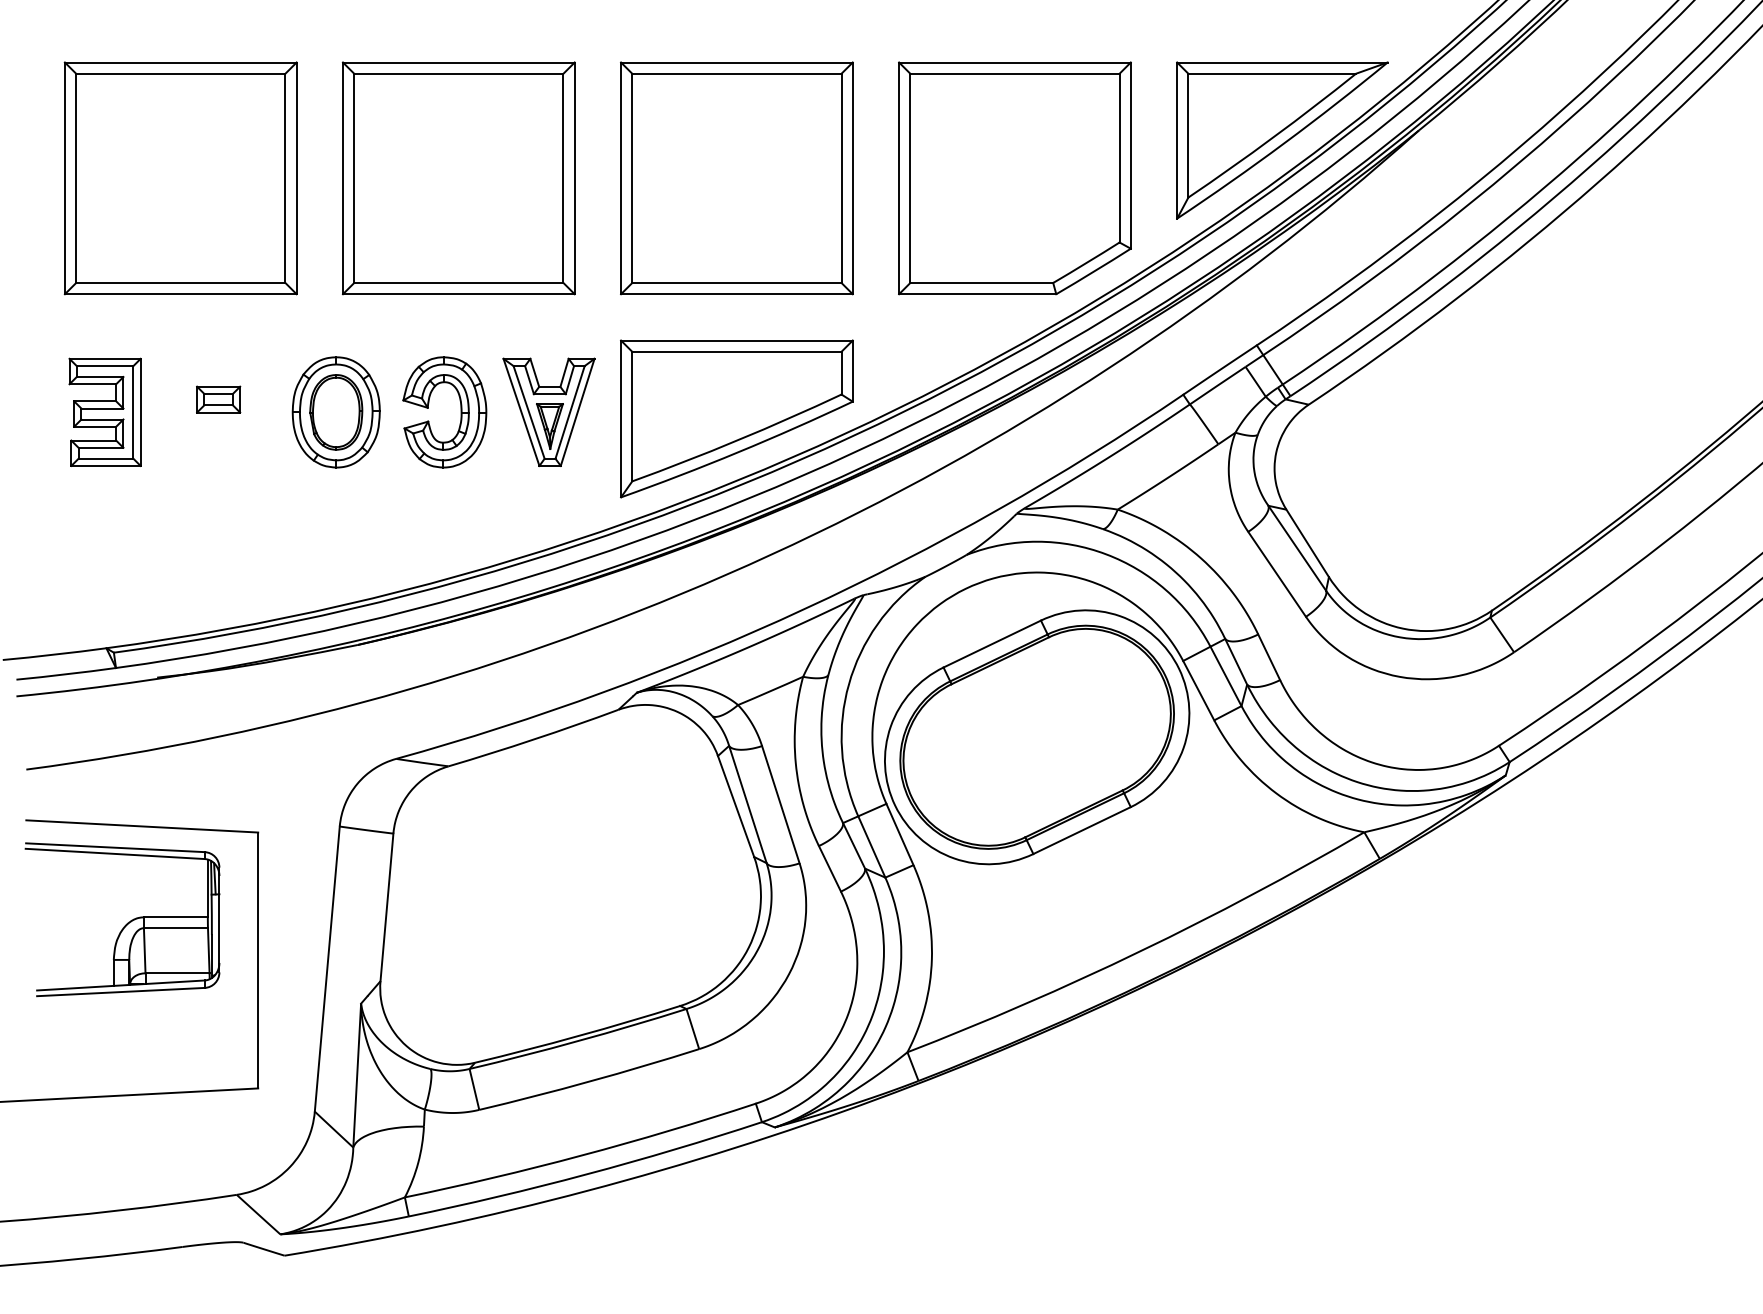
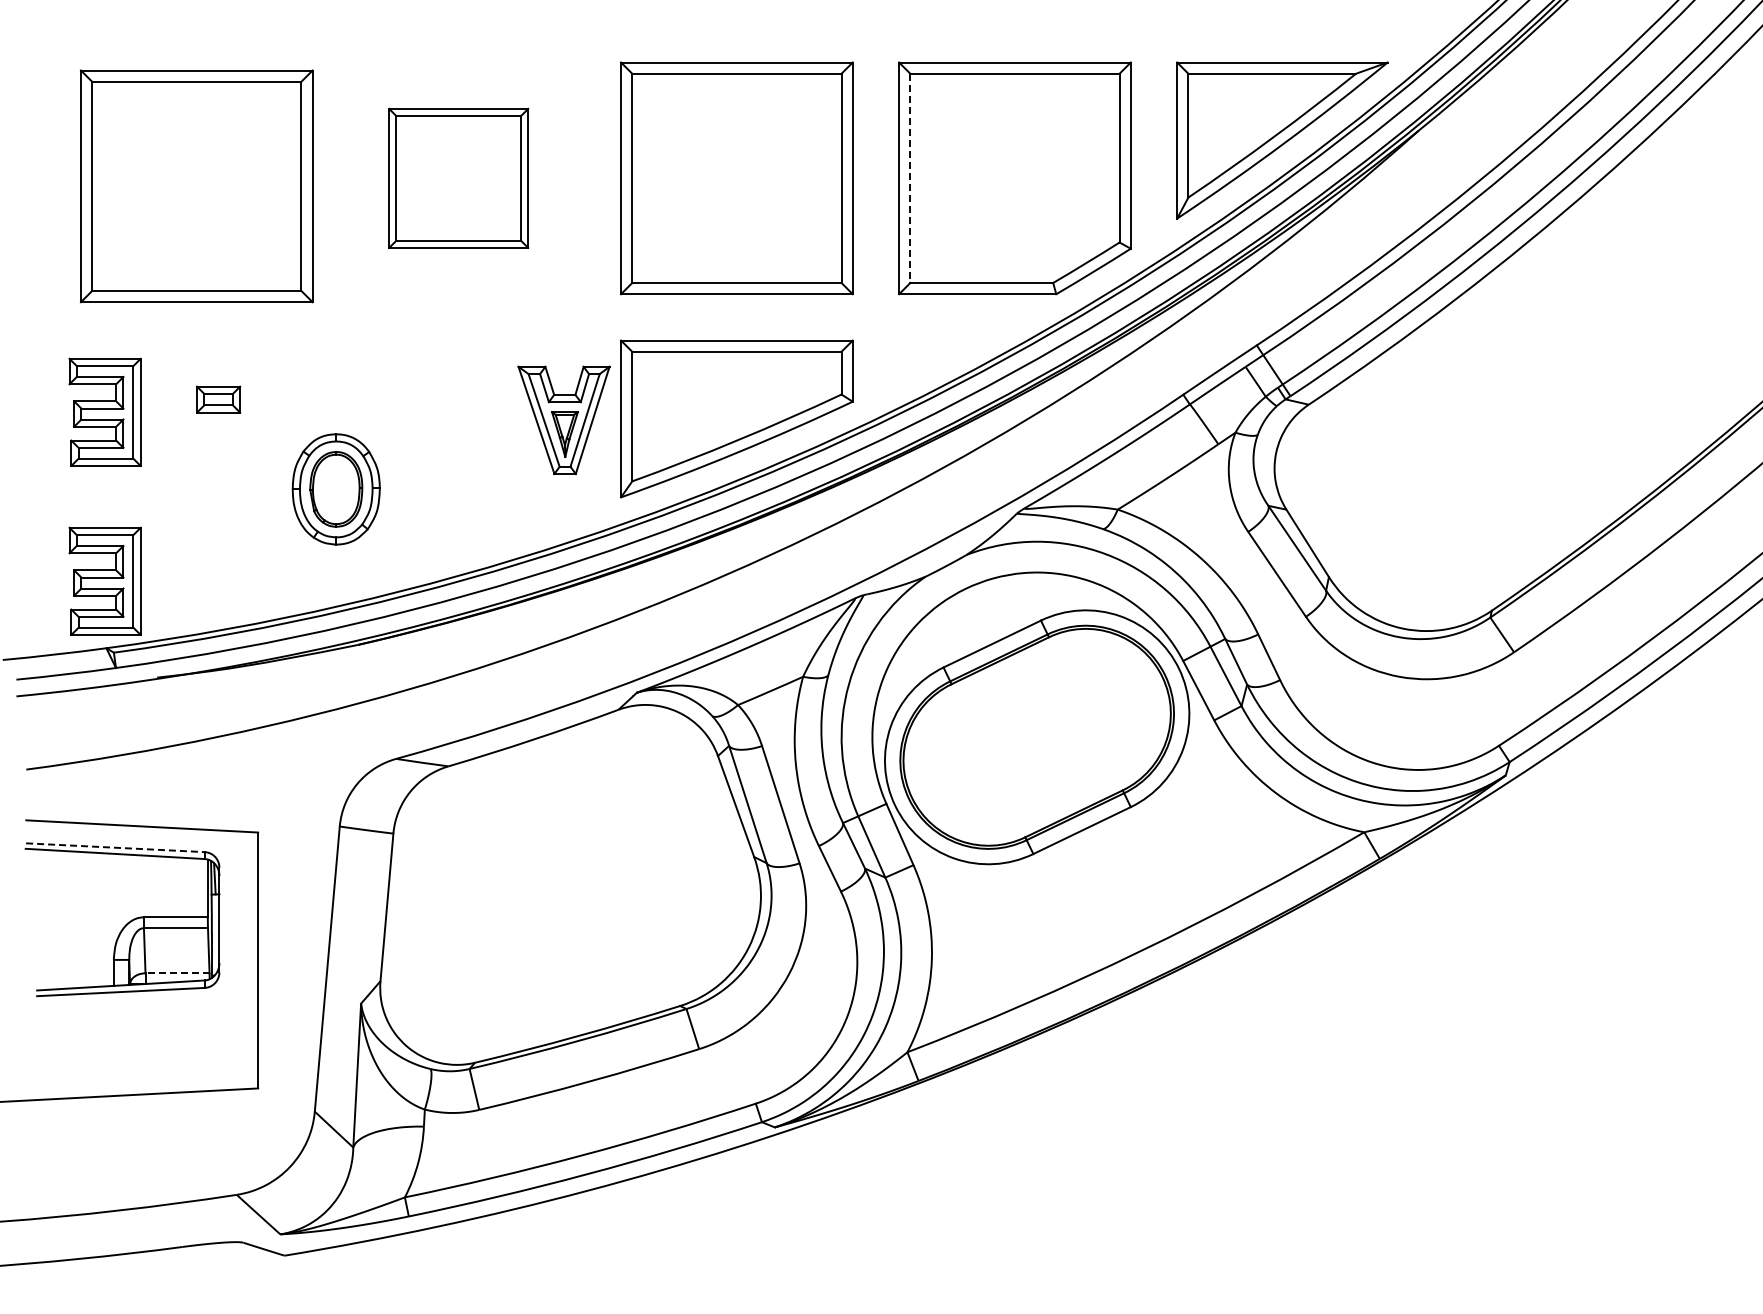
part at (180, 178) position: (180, 178) -> (196, 186)
part at (458, 178) size: 235x235 px -> 142x142 px
line at (910, 178): solid -> dashed
part at (548, 411) position: (548, 411) -> (563, 419)
part at (335, 412) position: (335, 412) -> (335, 489)
part at (460, 412): present -> none
part at (104, 580): none -> present
line at (115, 847): solid -> dashed
line at (177, 973): solid -> dashed
